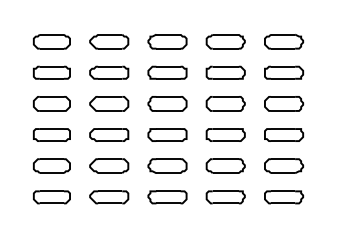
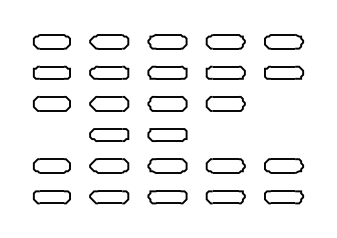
part at (284, 103): present -> none
part at (51, 134): present -> none
part at (225, 134): present -> none
part at (284, 134): present -> none
